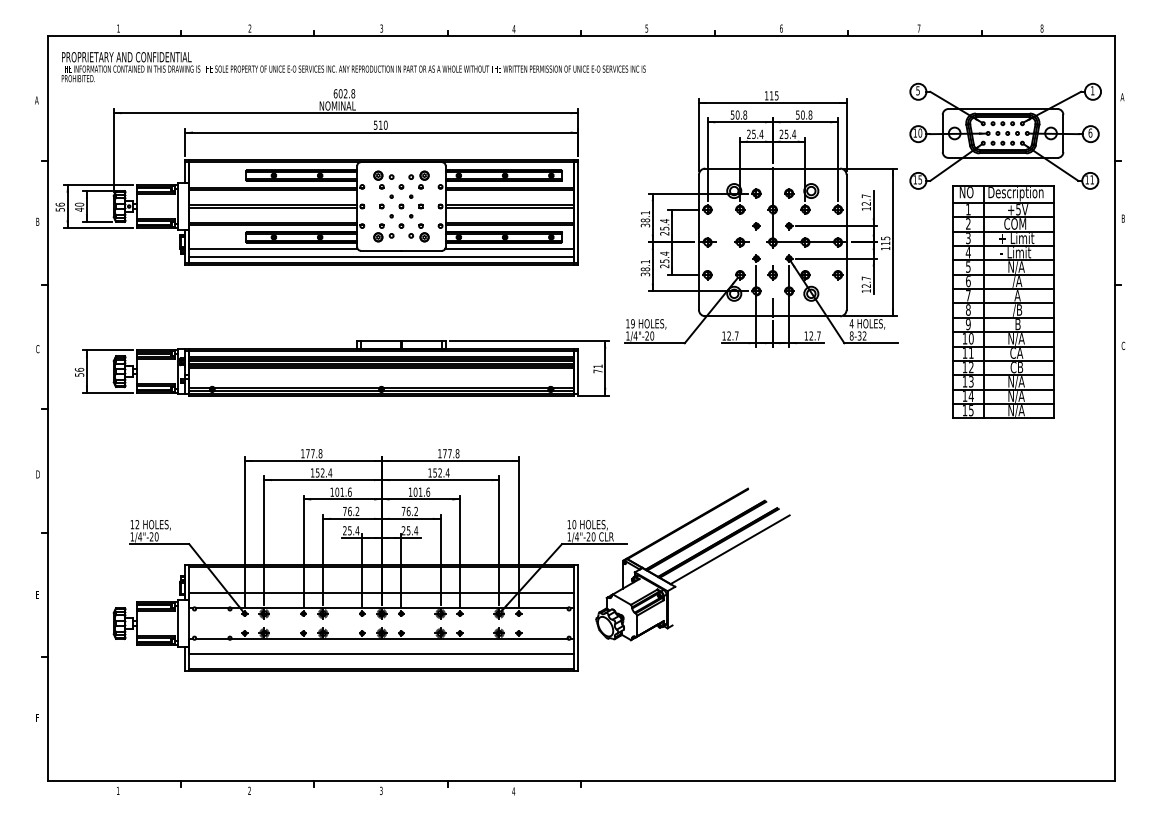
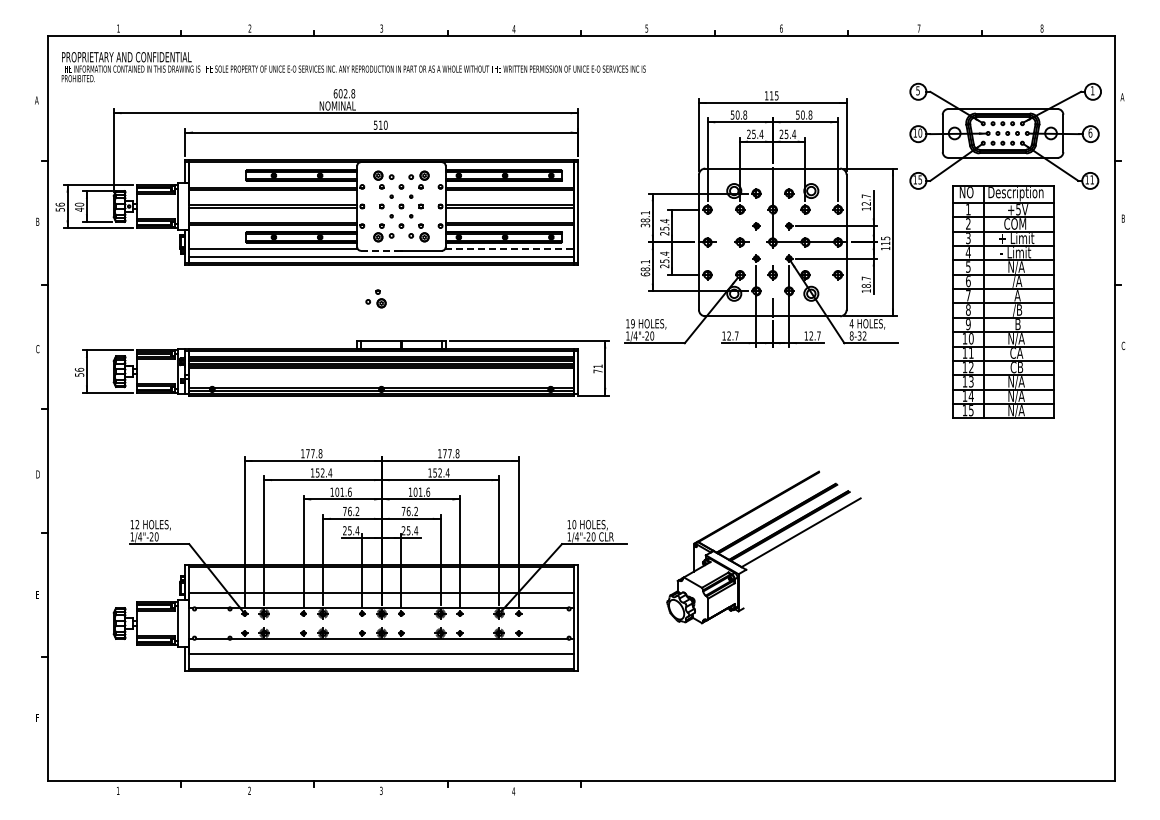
line at (510, 248): solid -> dashed
line at (381, 250): solid -> dashed
text at (645, 274): 38.1 -> 68.1
text at (866, 285): 12.7 -> 18.7
part at (375, 298): none -> present
part at (692, 564) position: (692, 564) -> (763, 547)
